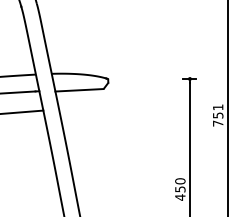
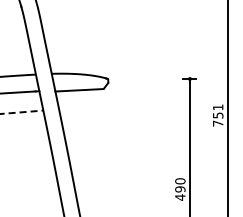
line at (22, 112): solid -> dashed
text at (180, 189): 450 -> 490
